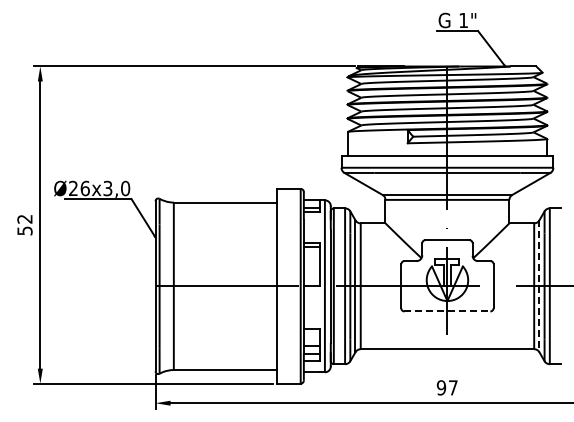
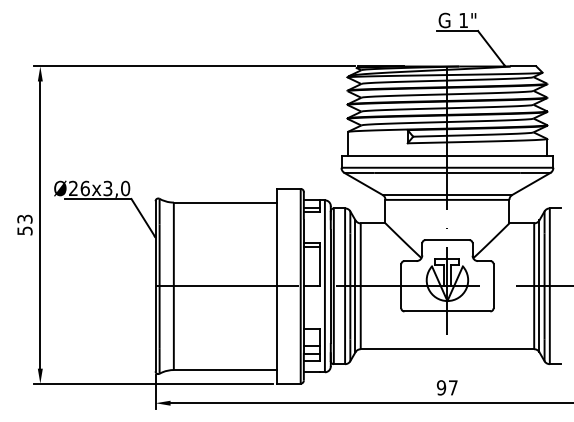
text at (24, 218): 52 -> 53
line at (539, 286): dashed -> solid
line at (447, 311): dashed -> solid
